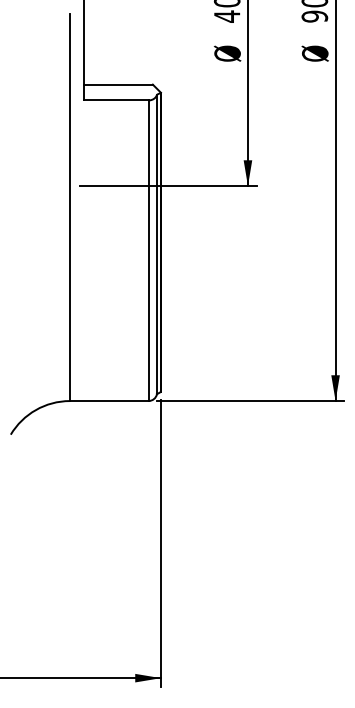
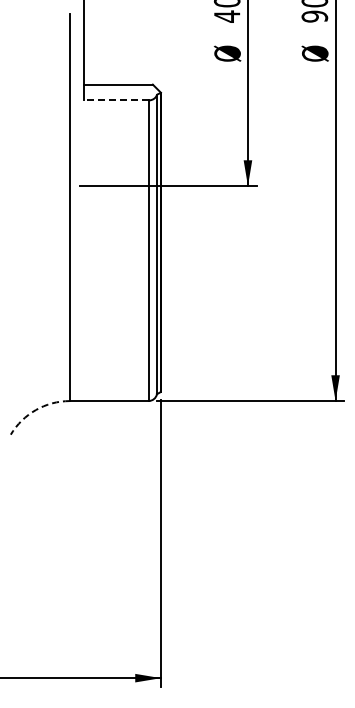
line at (115, 100): solid -> dashed
arc at (35, 410): solid -> dashed
